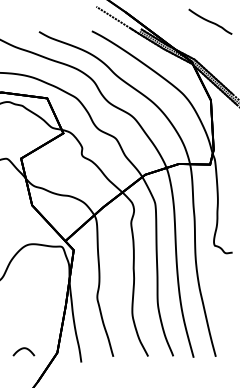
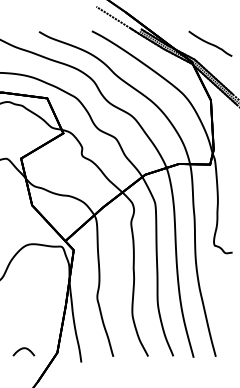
curve at (210, 21) position: (210, 21) -> (210, 43)
